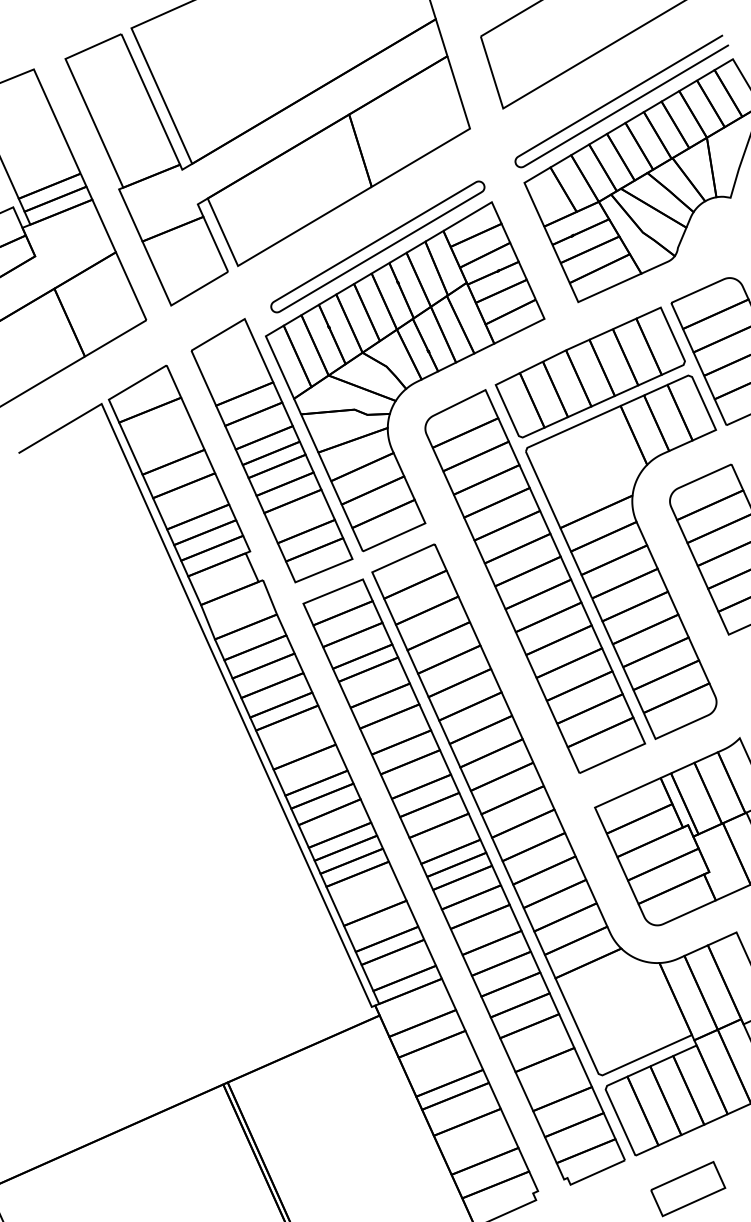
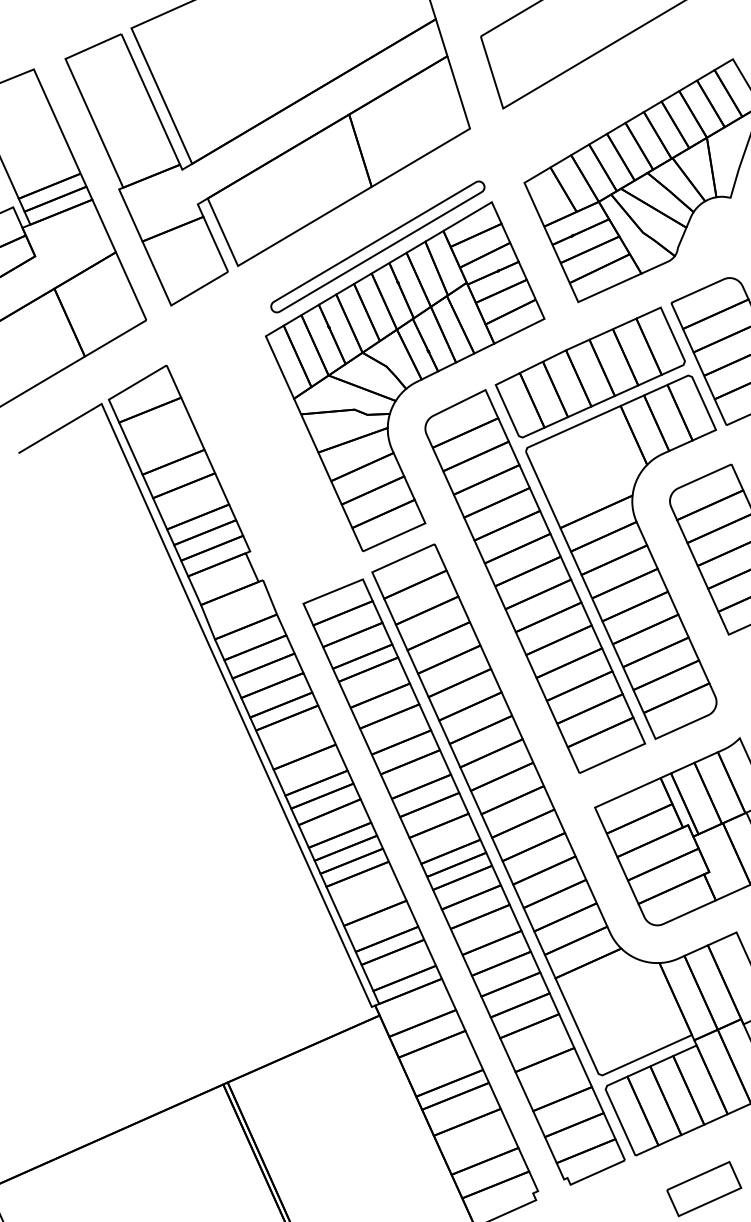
curve at (620, 97): present -> none
part at (271, 450): present -> none
part at (688, 1189) position: (688, 1189) -> (704, 1189)
